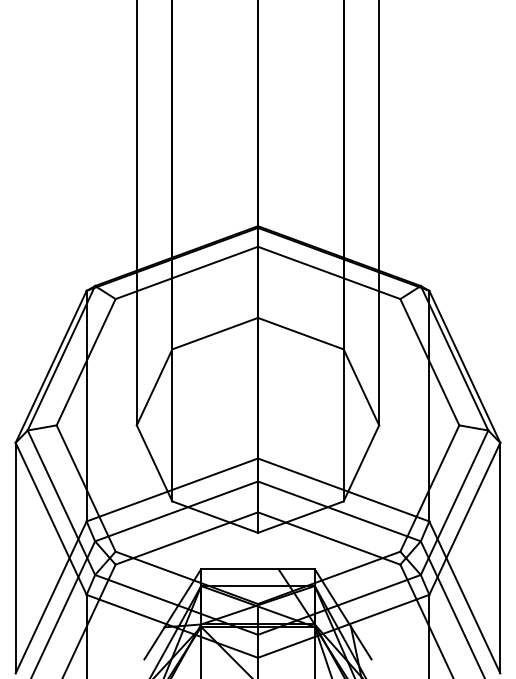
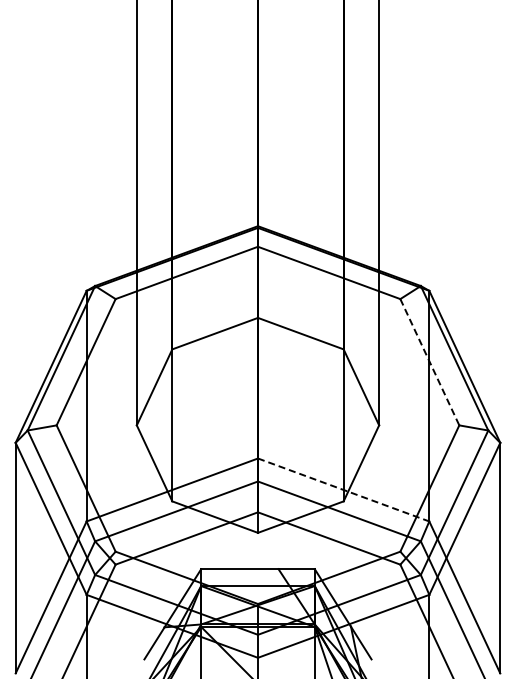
line at (429, 362): solid -> dashed
line at (344, 490): solid -> dashed
